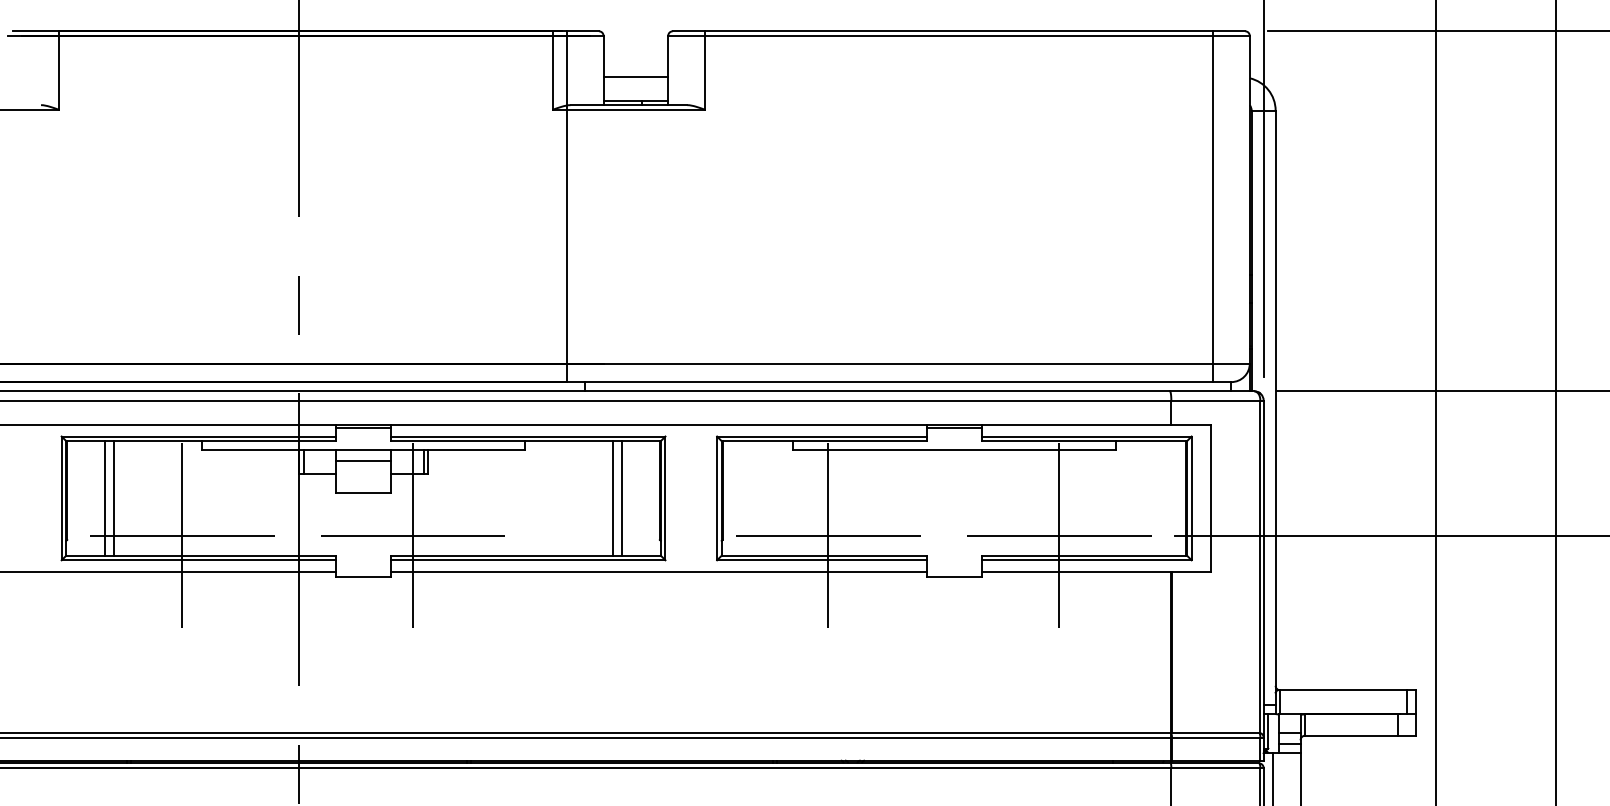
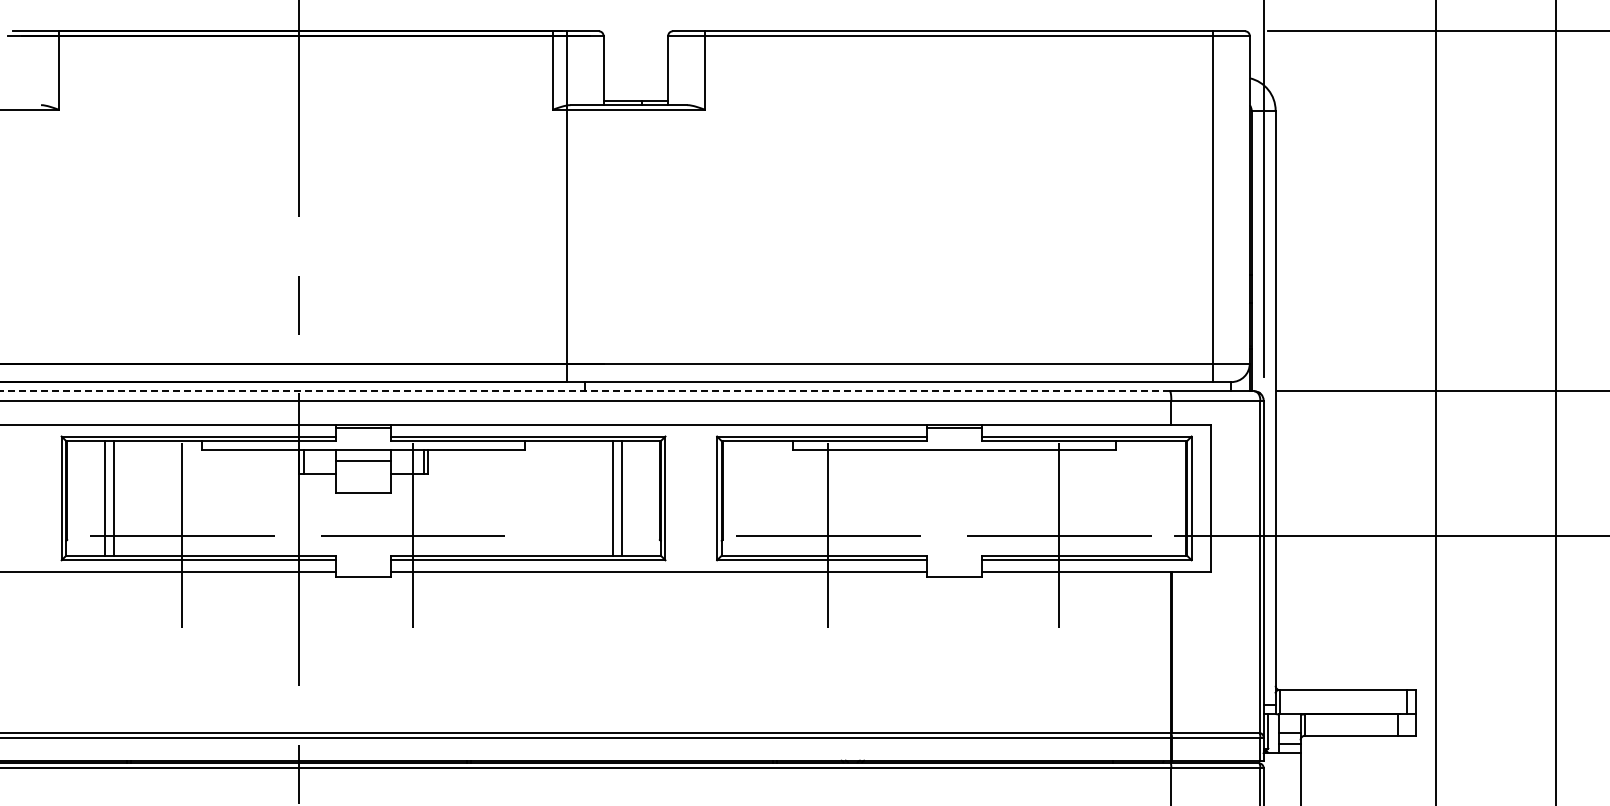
line at (635, 77): present -> none
line at (585, 391): solid -> dashed
line at (1272, 777): present -> none
